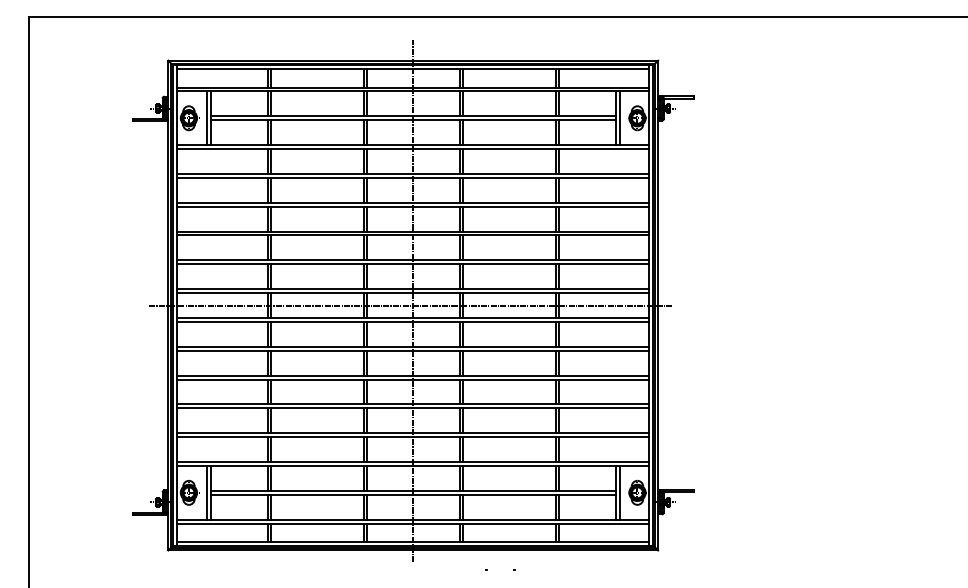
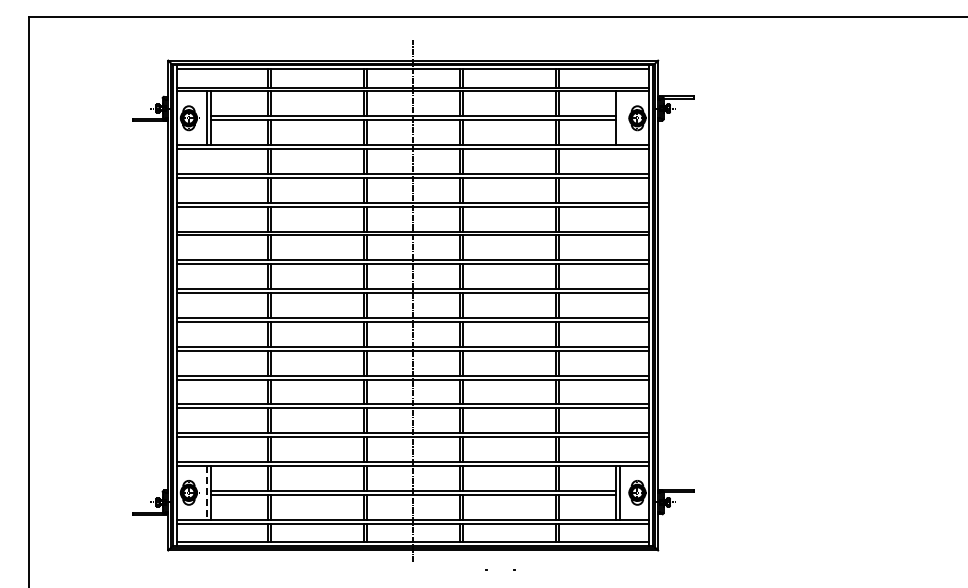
line at (619, 118): present -> none
line at (409, 305): present -> none
line at (206, 492): solid -> dashed
